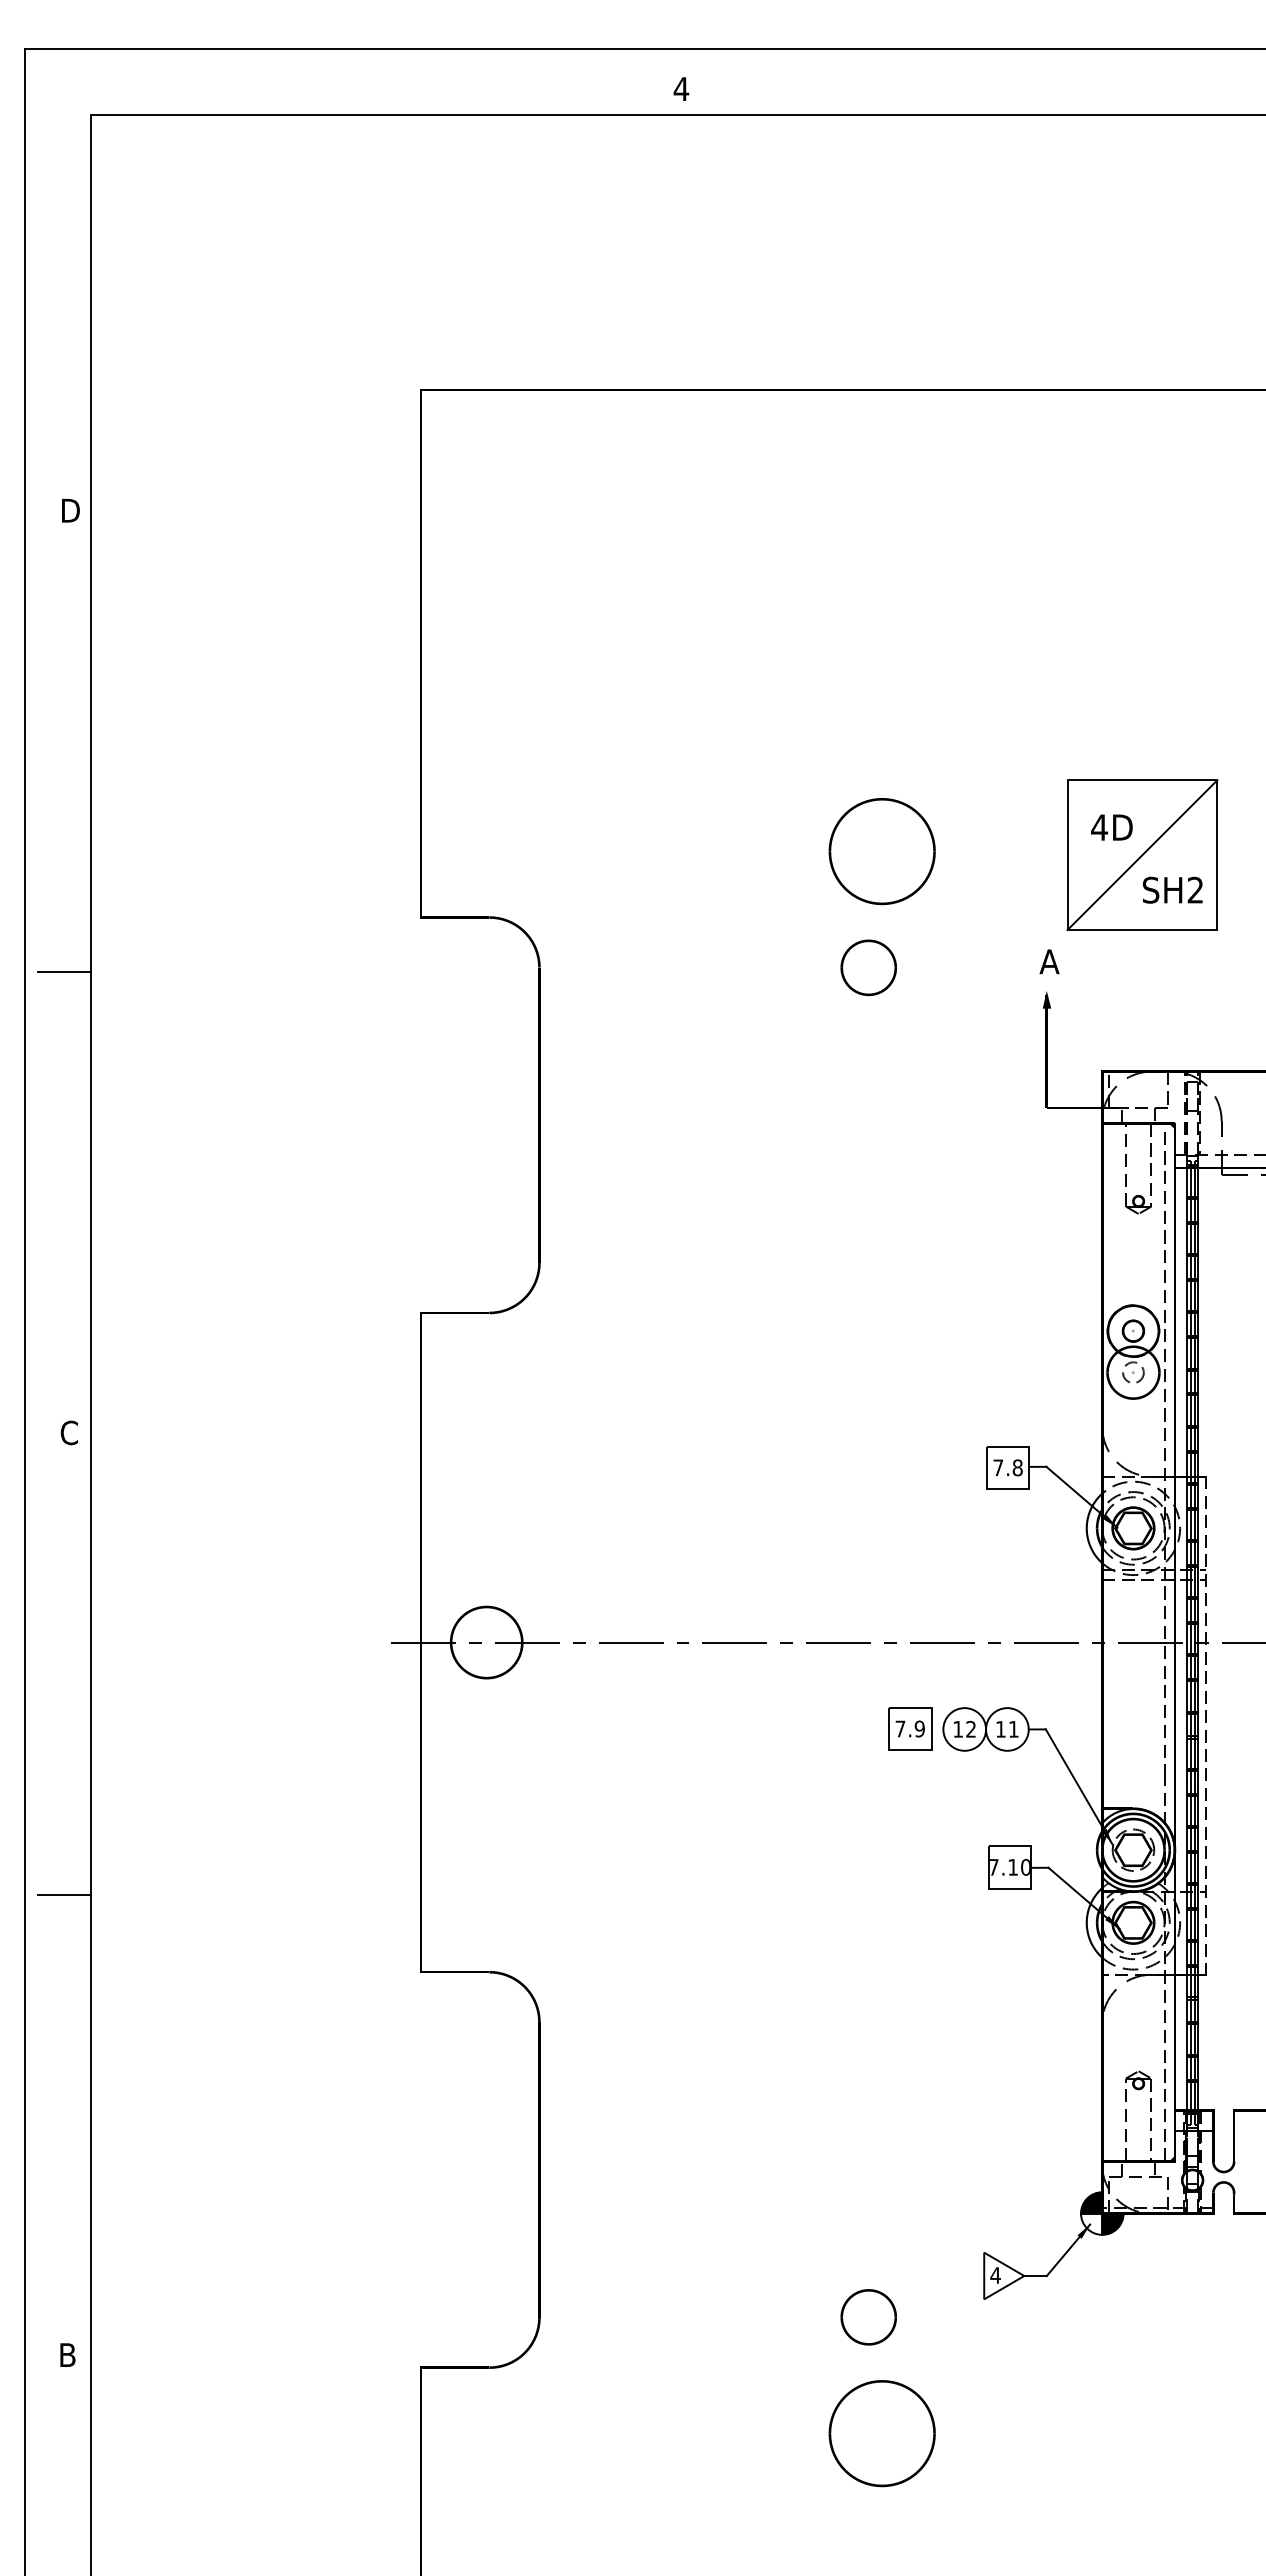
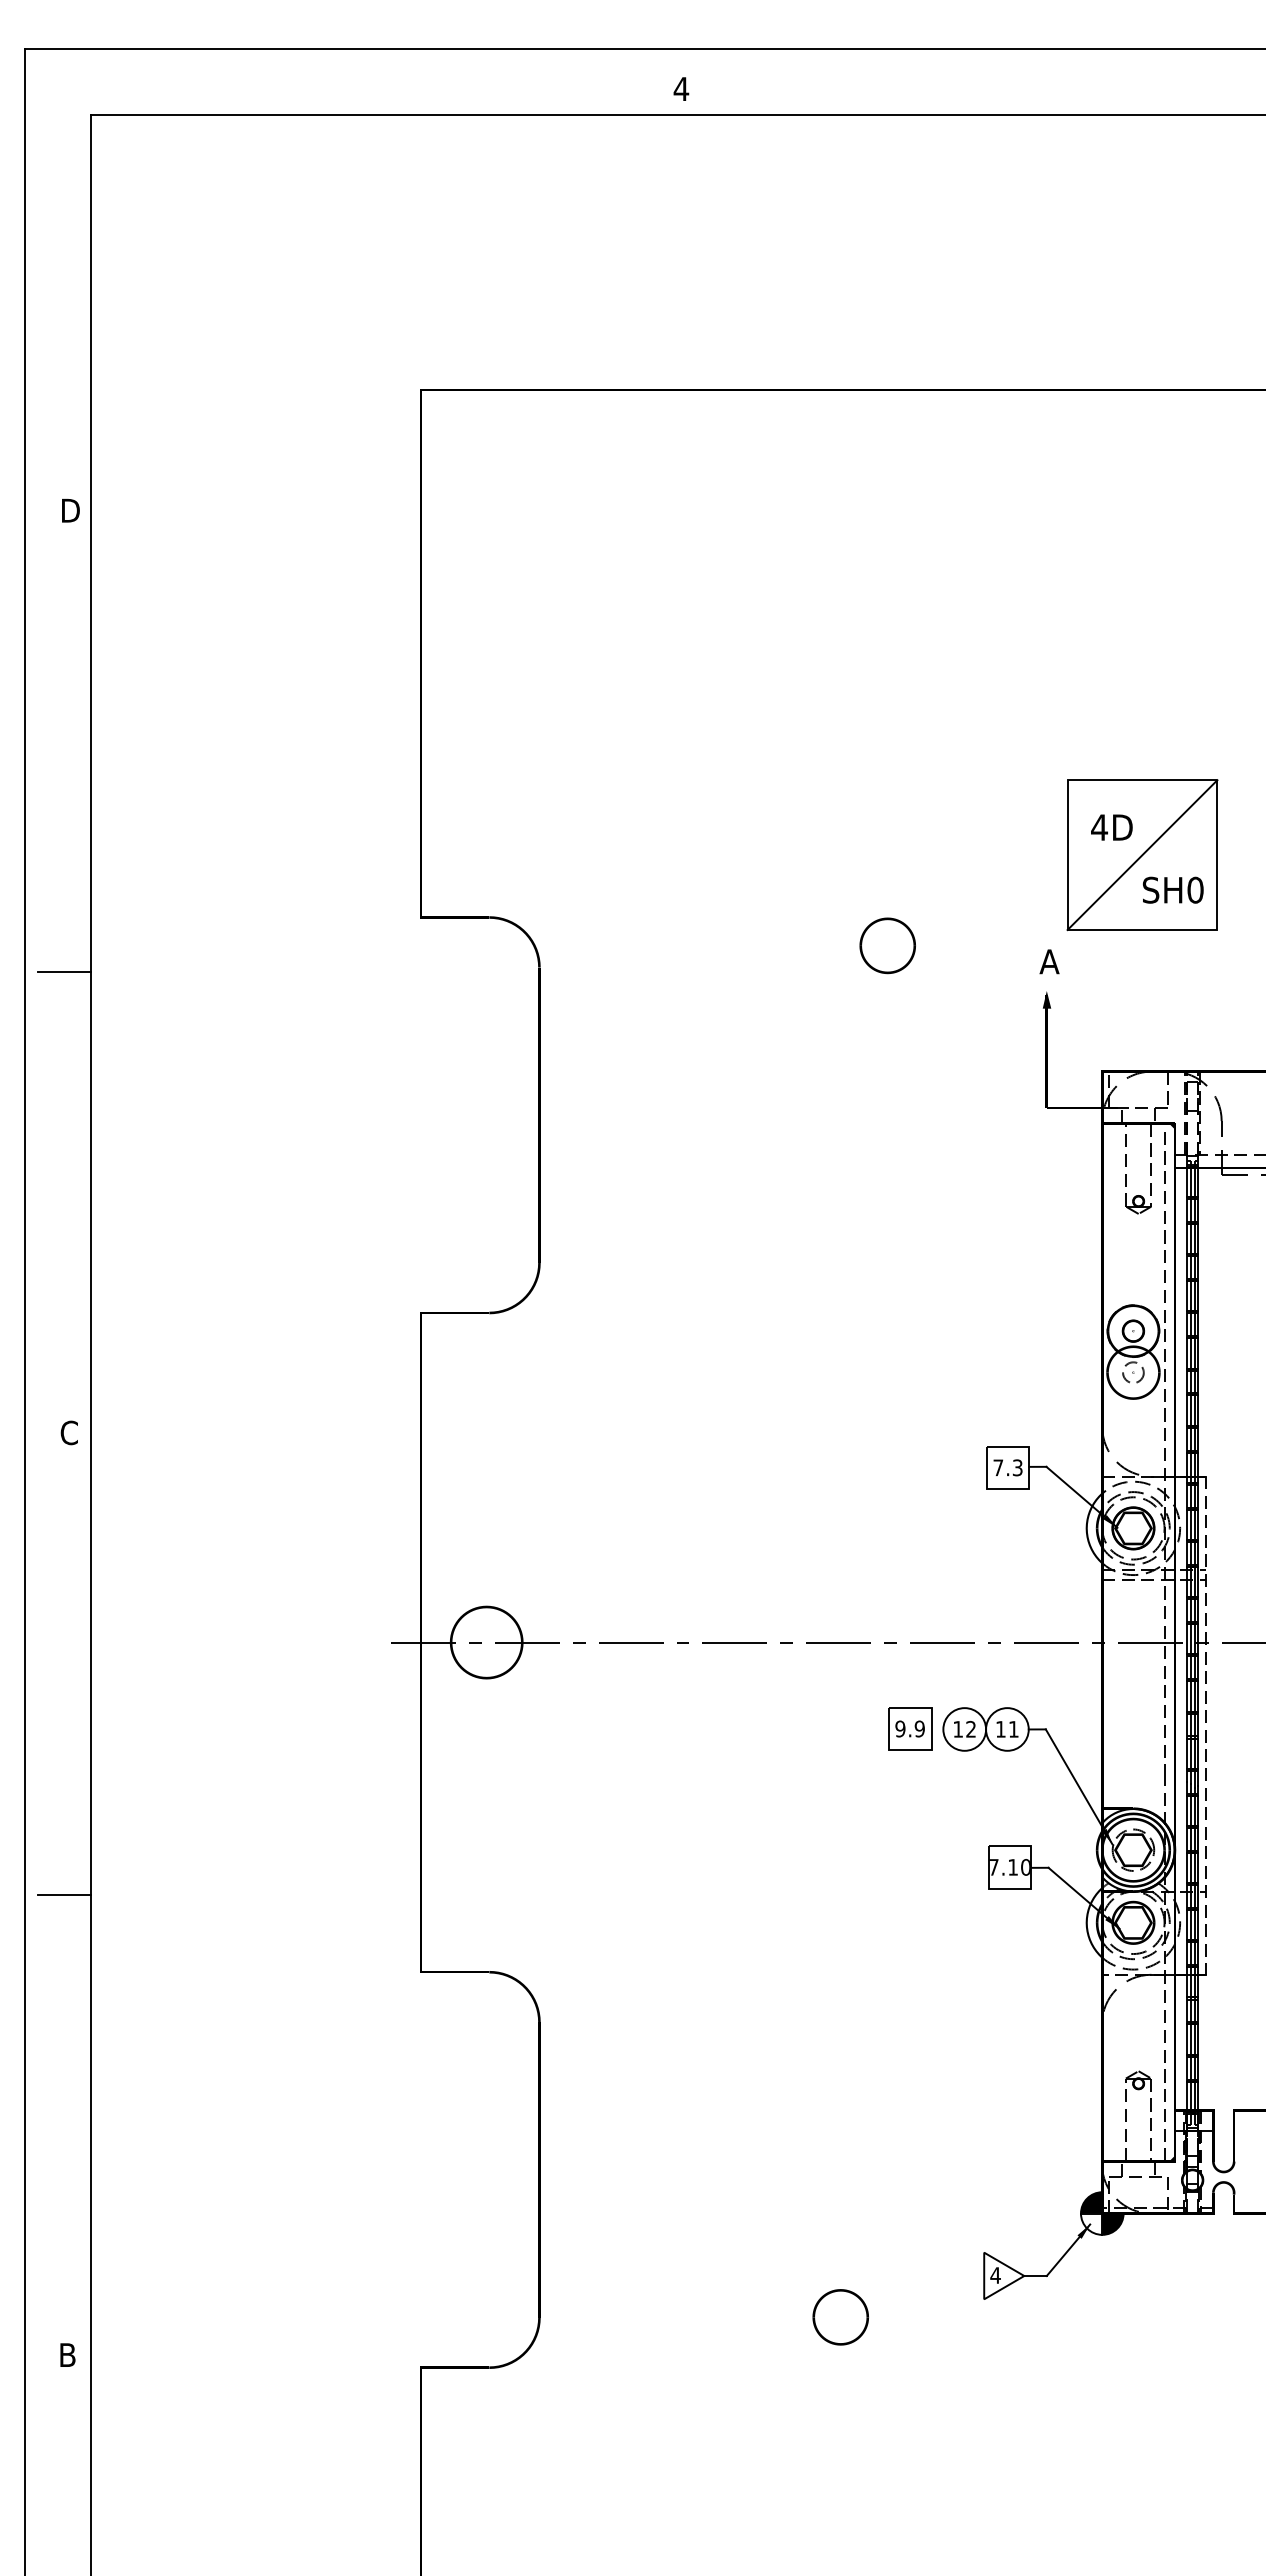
part at (881, 851): present -> none
text at (1195, 889): SH2 -> SH0
part at (868, 967) position: (868, 967) -> (887, 945)
text at (1017, 1467): 7.8 -> 7.3
text at (900, 1728): 7.9 -> 9.9
part at (868, 2317) position: (868, 2317) -> (840, 2317)
part at (881, 2433): present -> none
